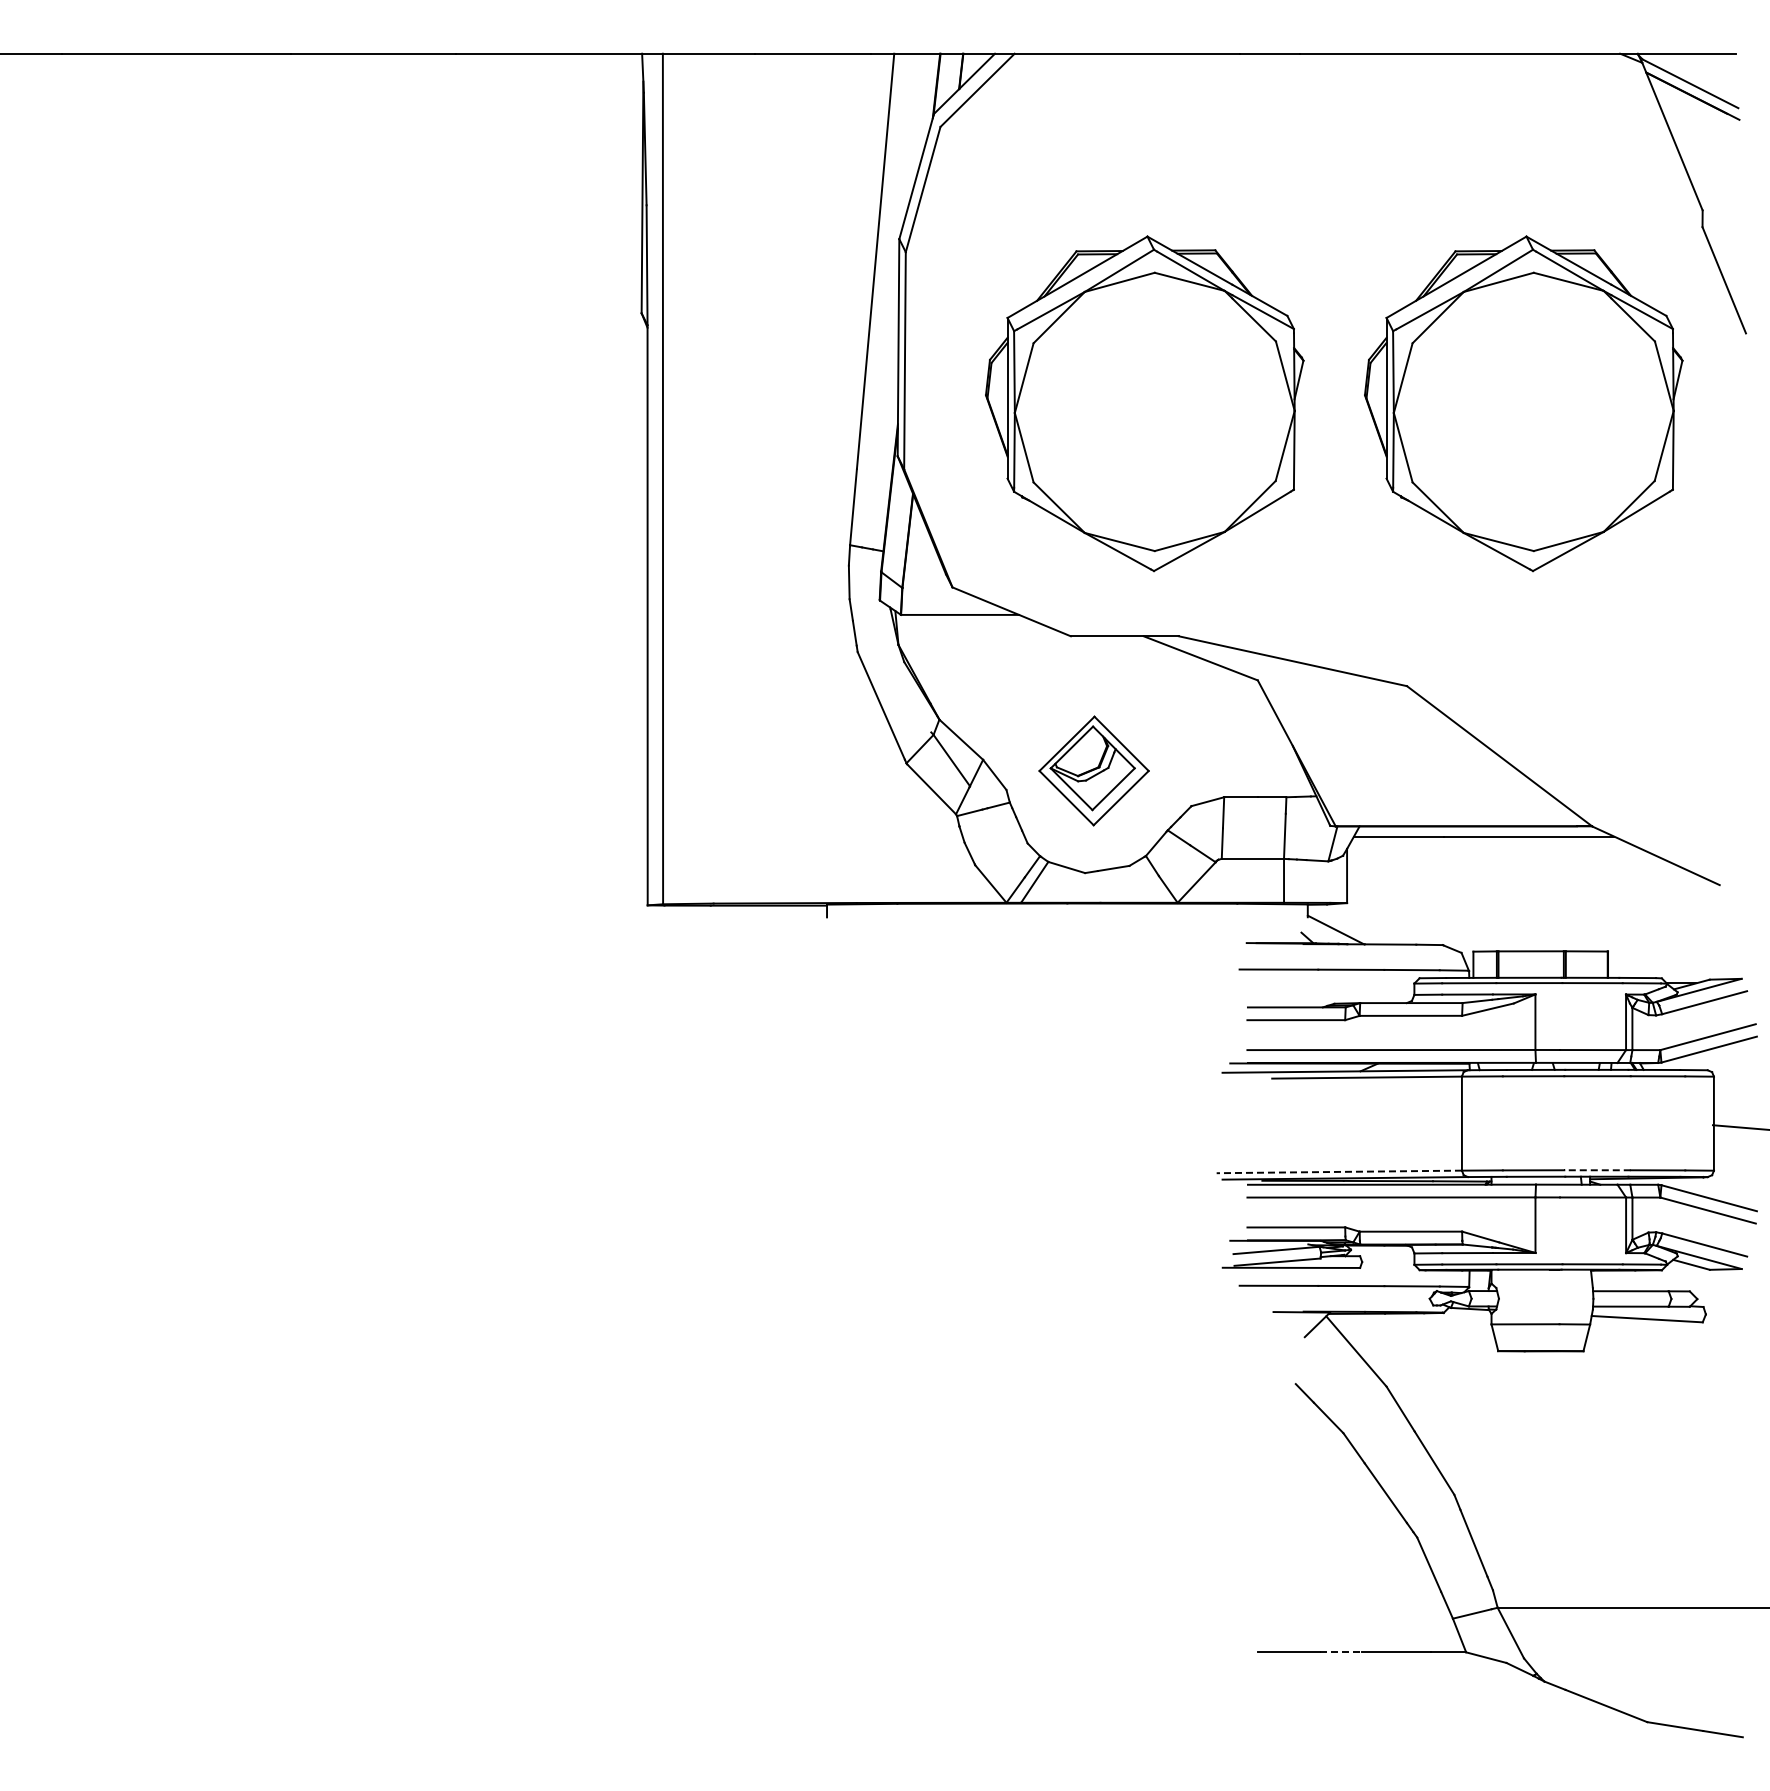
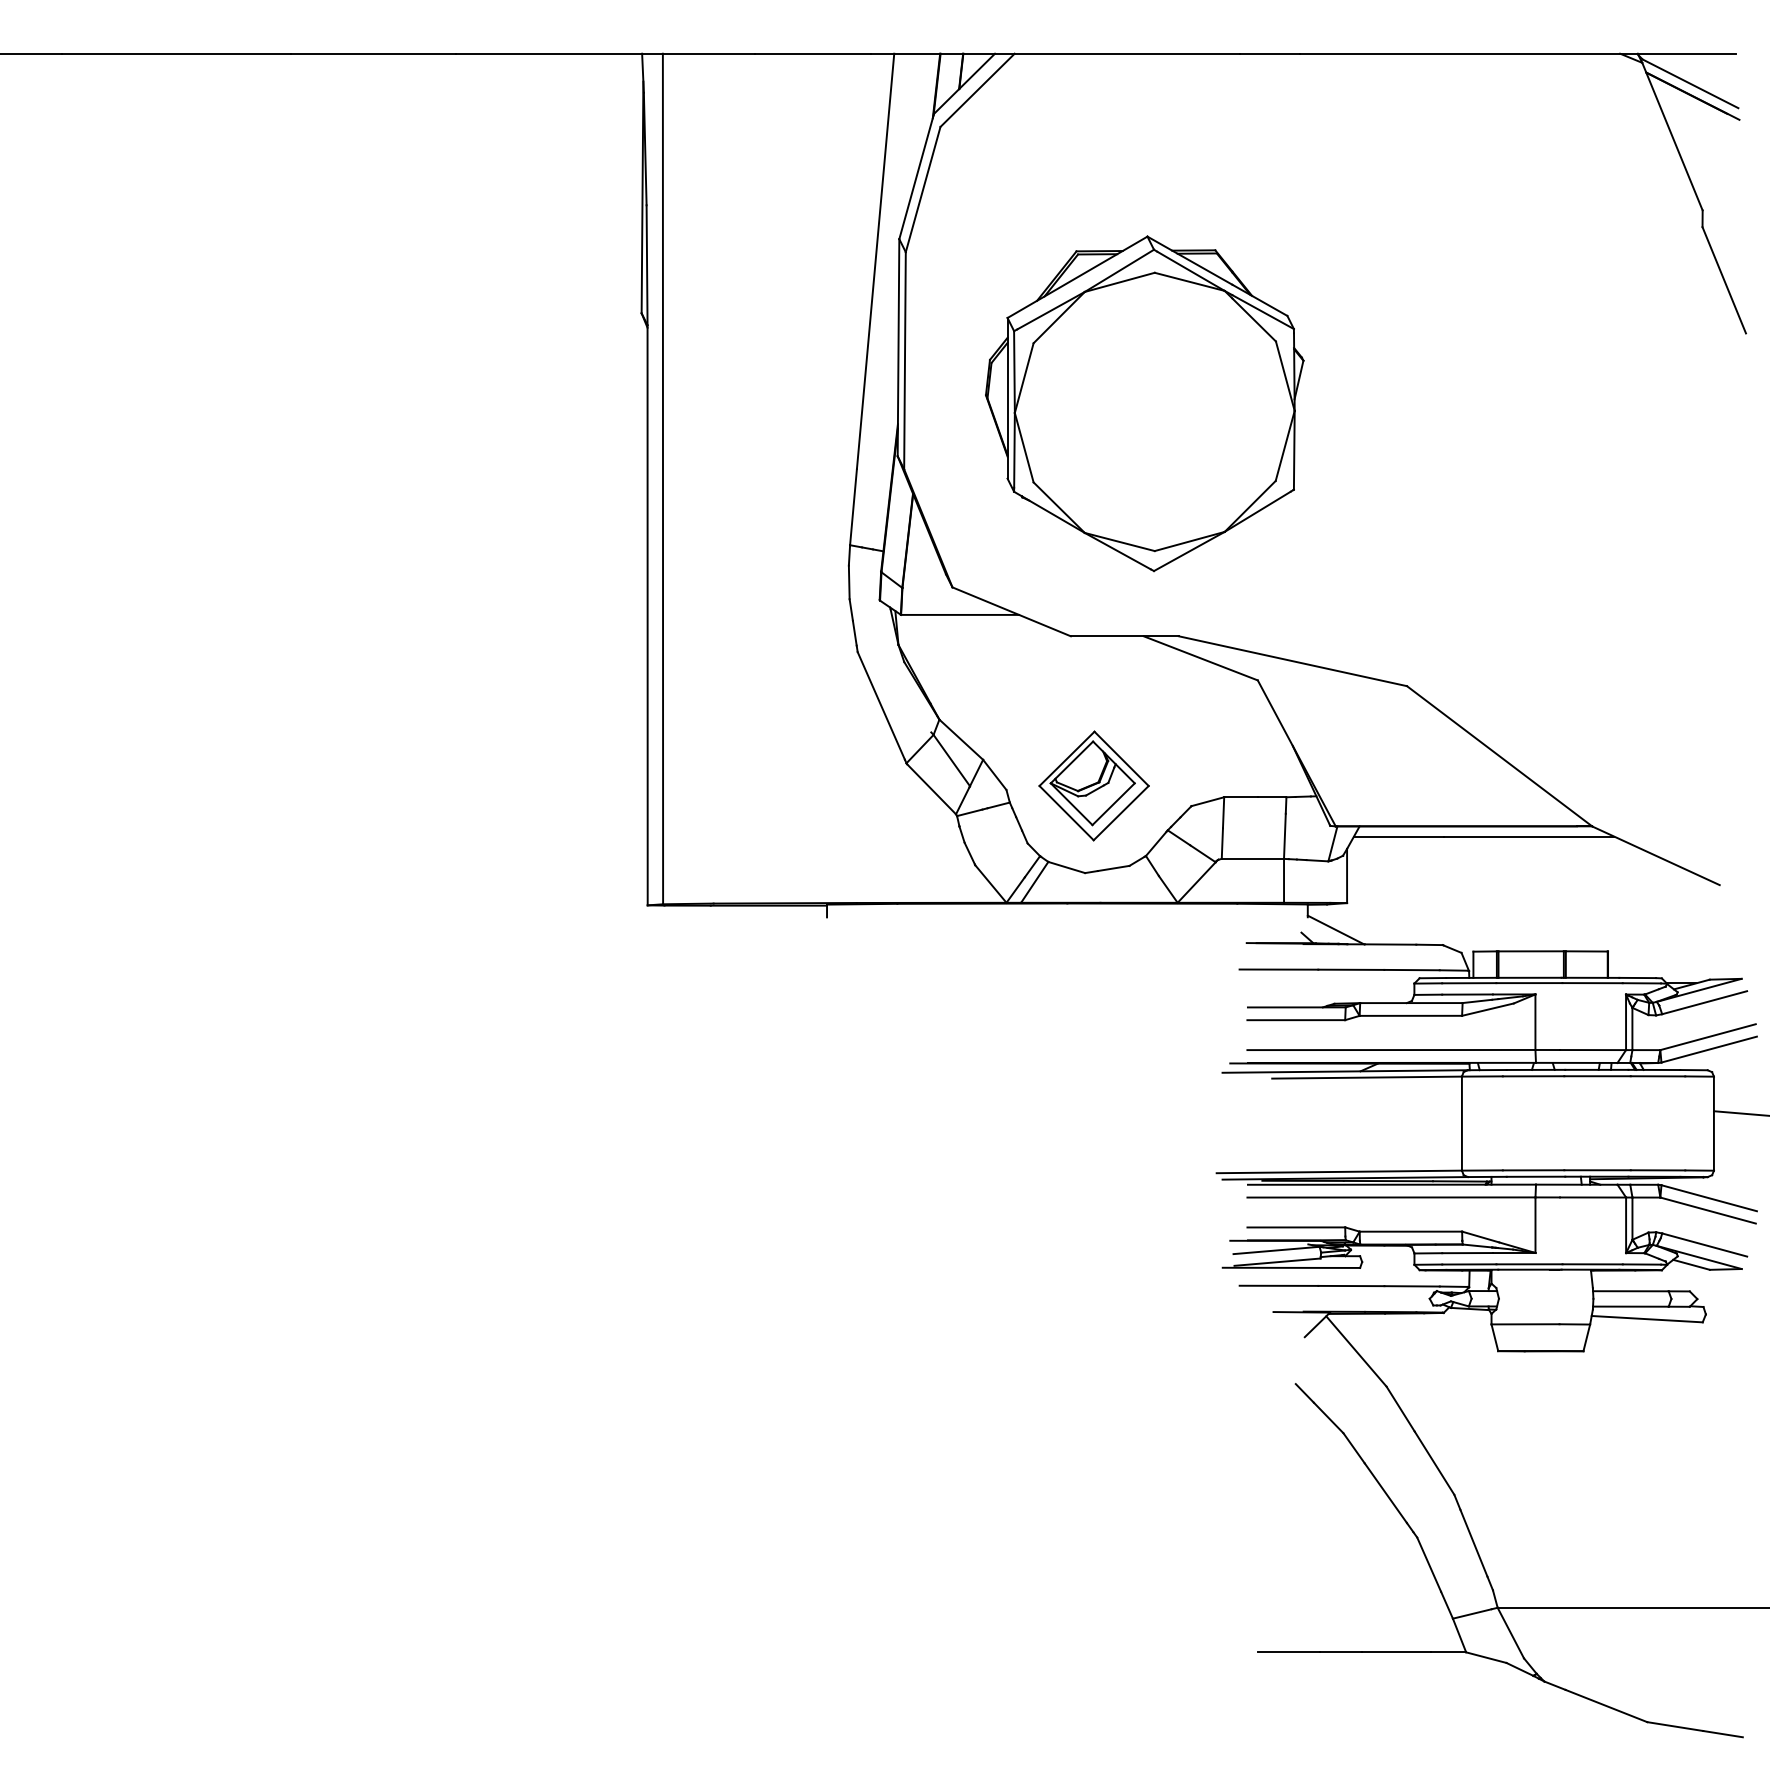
part at (1523, 403): present -> none
part at (1093, 770) position: (1093, 770) -> (1093, 785)
line at (1739, 1127) position: (1739, 1127) -> (1739, 1113)
line at (1597, 1170): dashed -> solid
line at (1339, 1171): dashed -> solid
line at (1340, 1652): dashed -> solid
